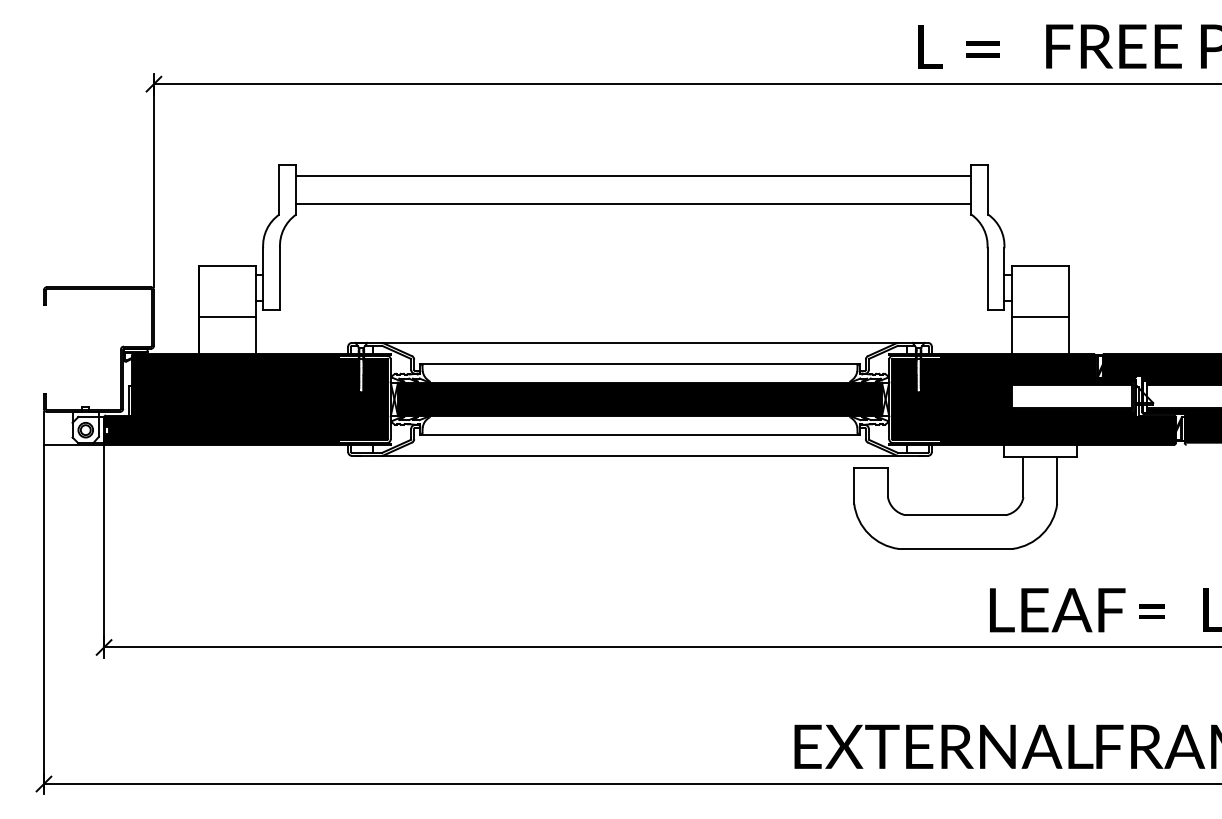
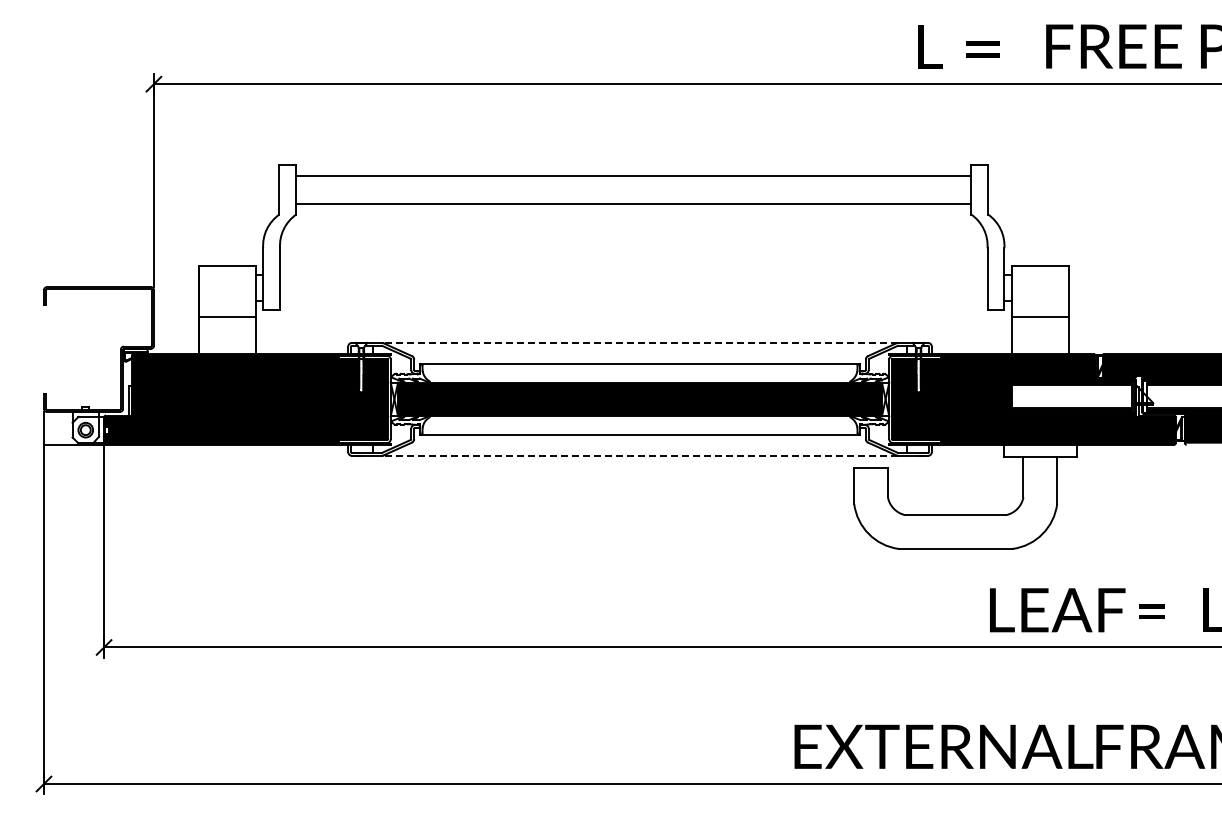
line at (639, 342): solid -> dashed
line at (639, 455): solid -> dashed
